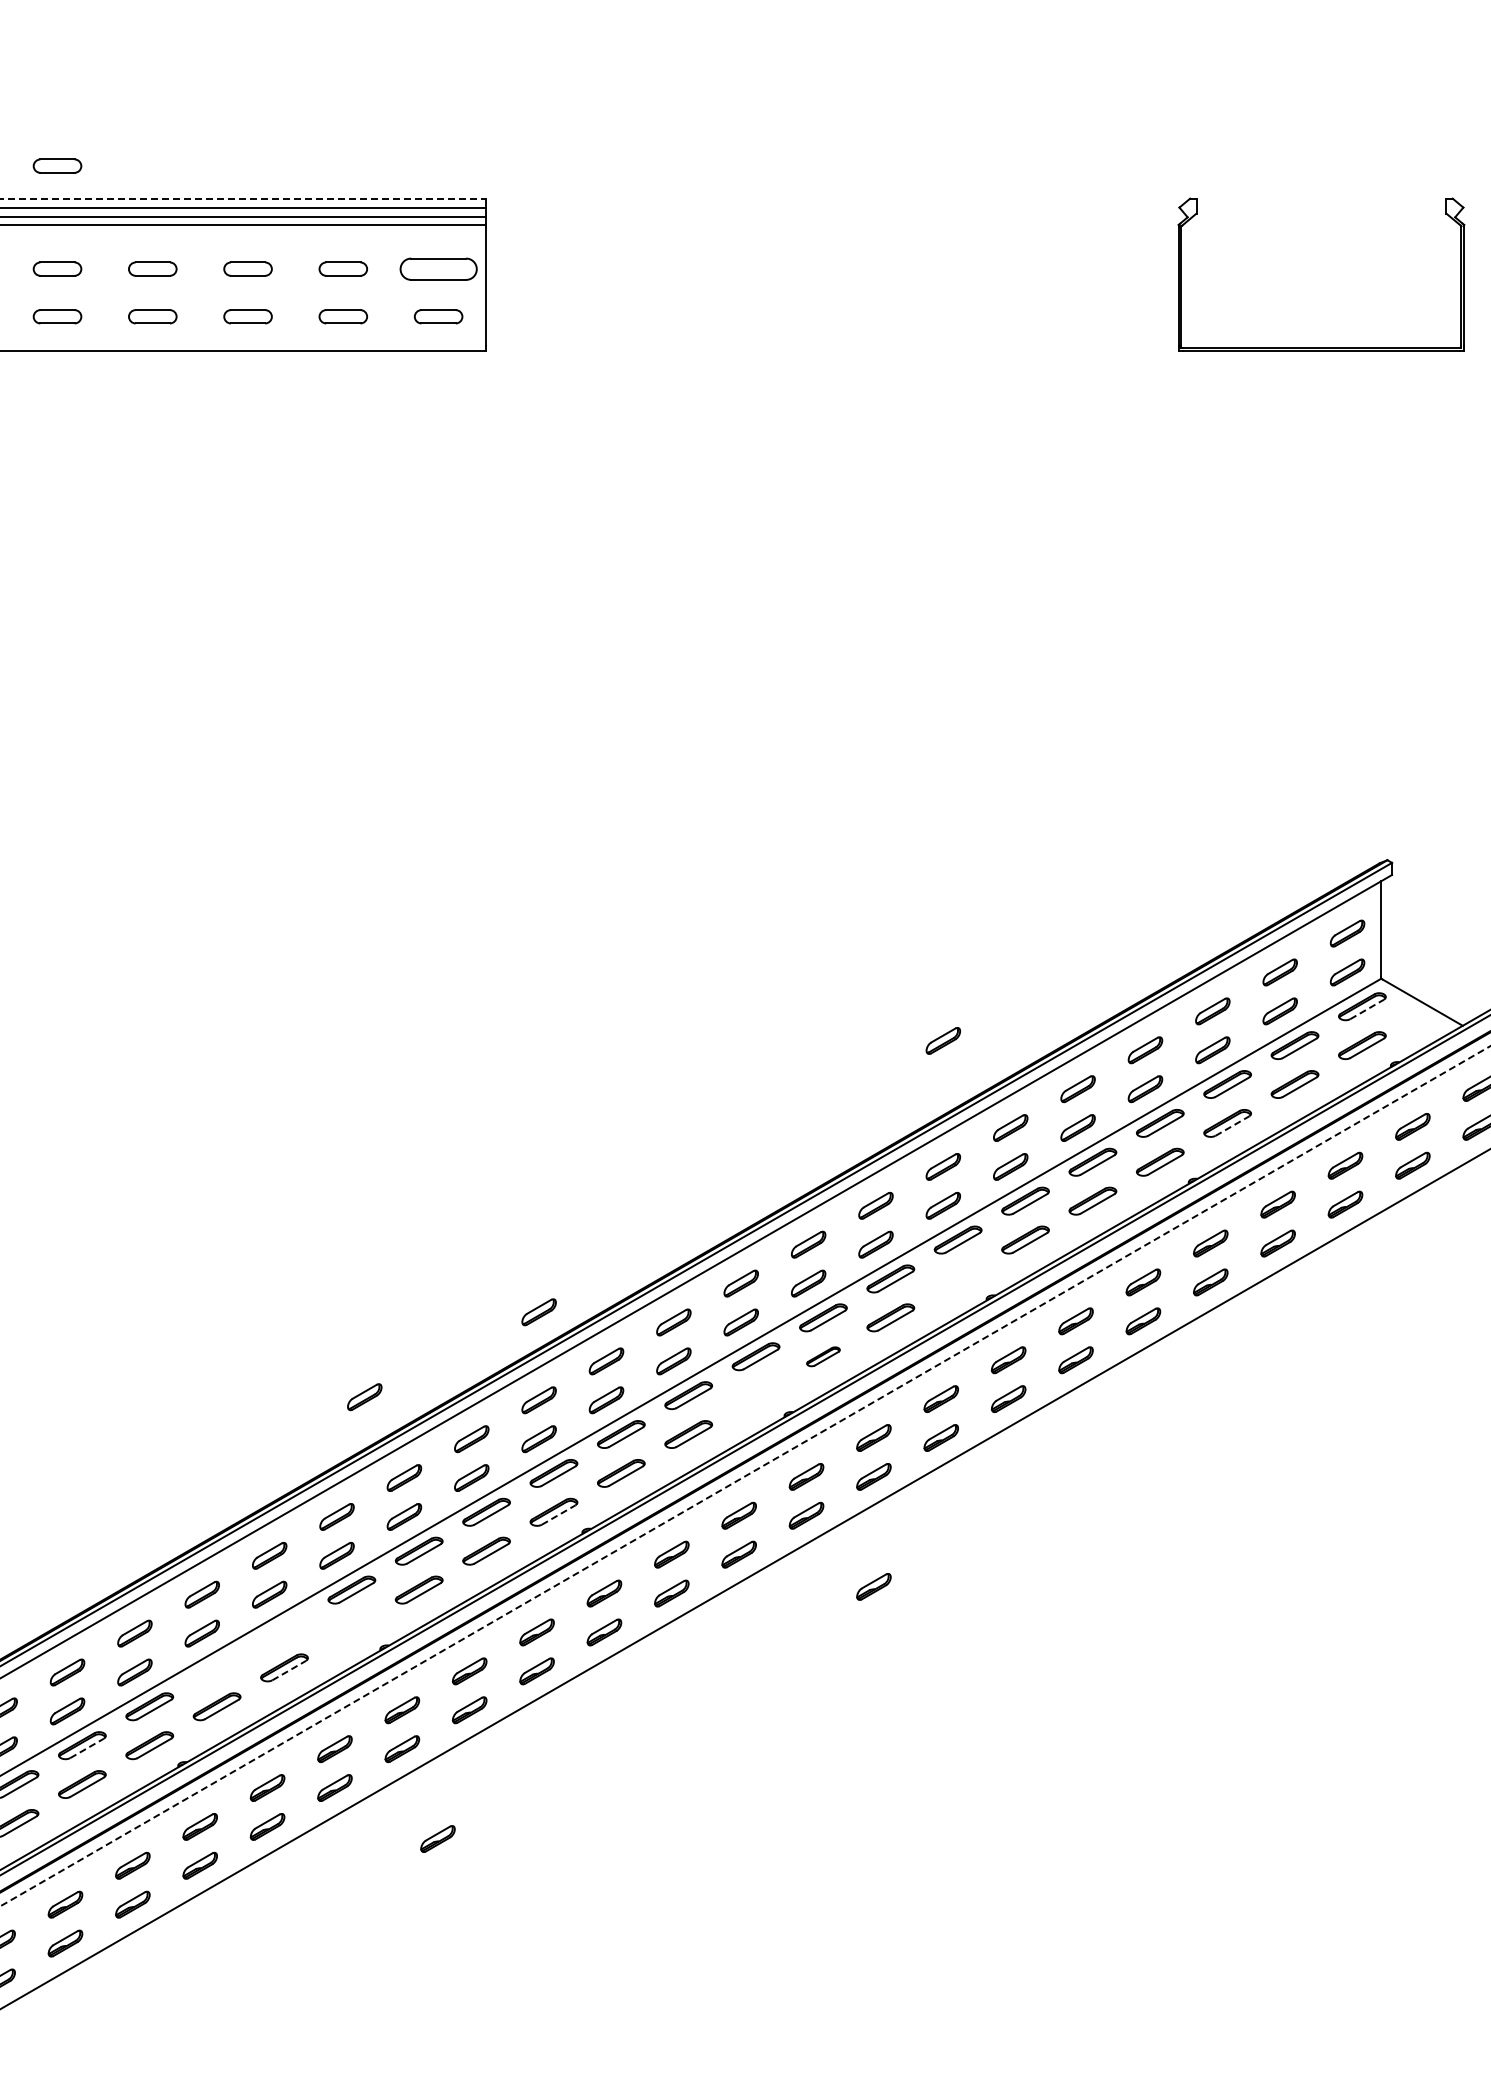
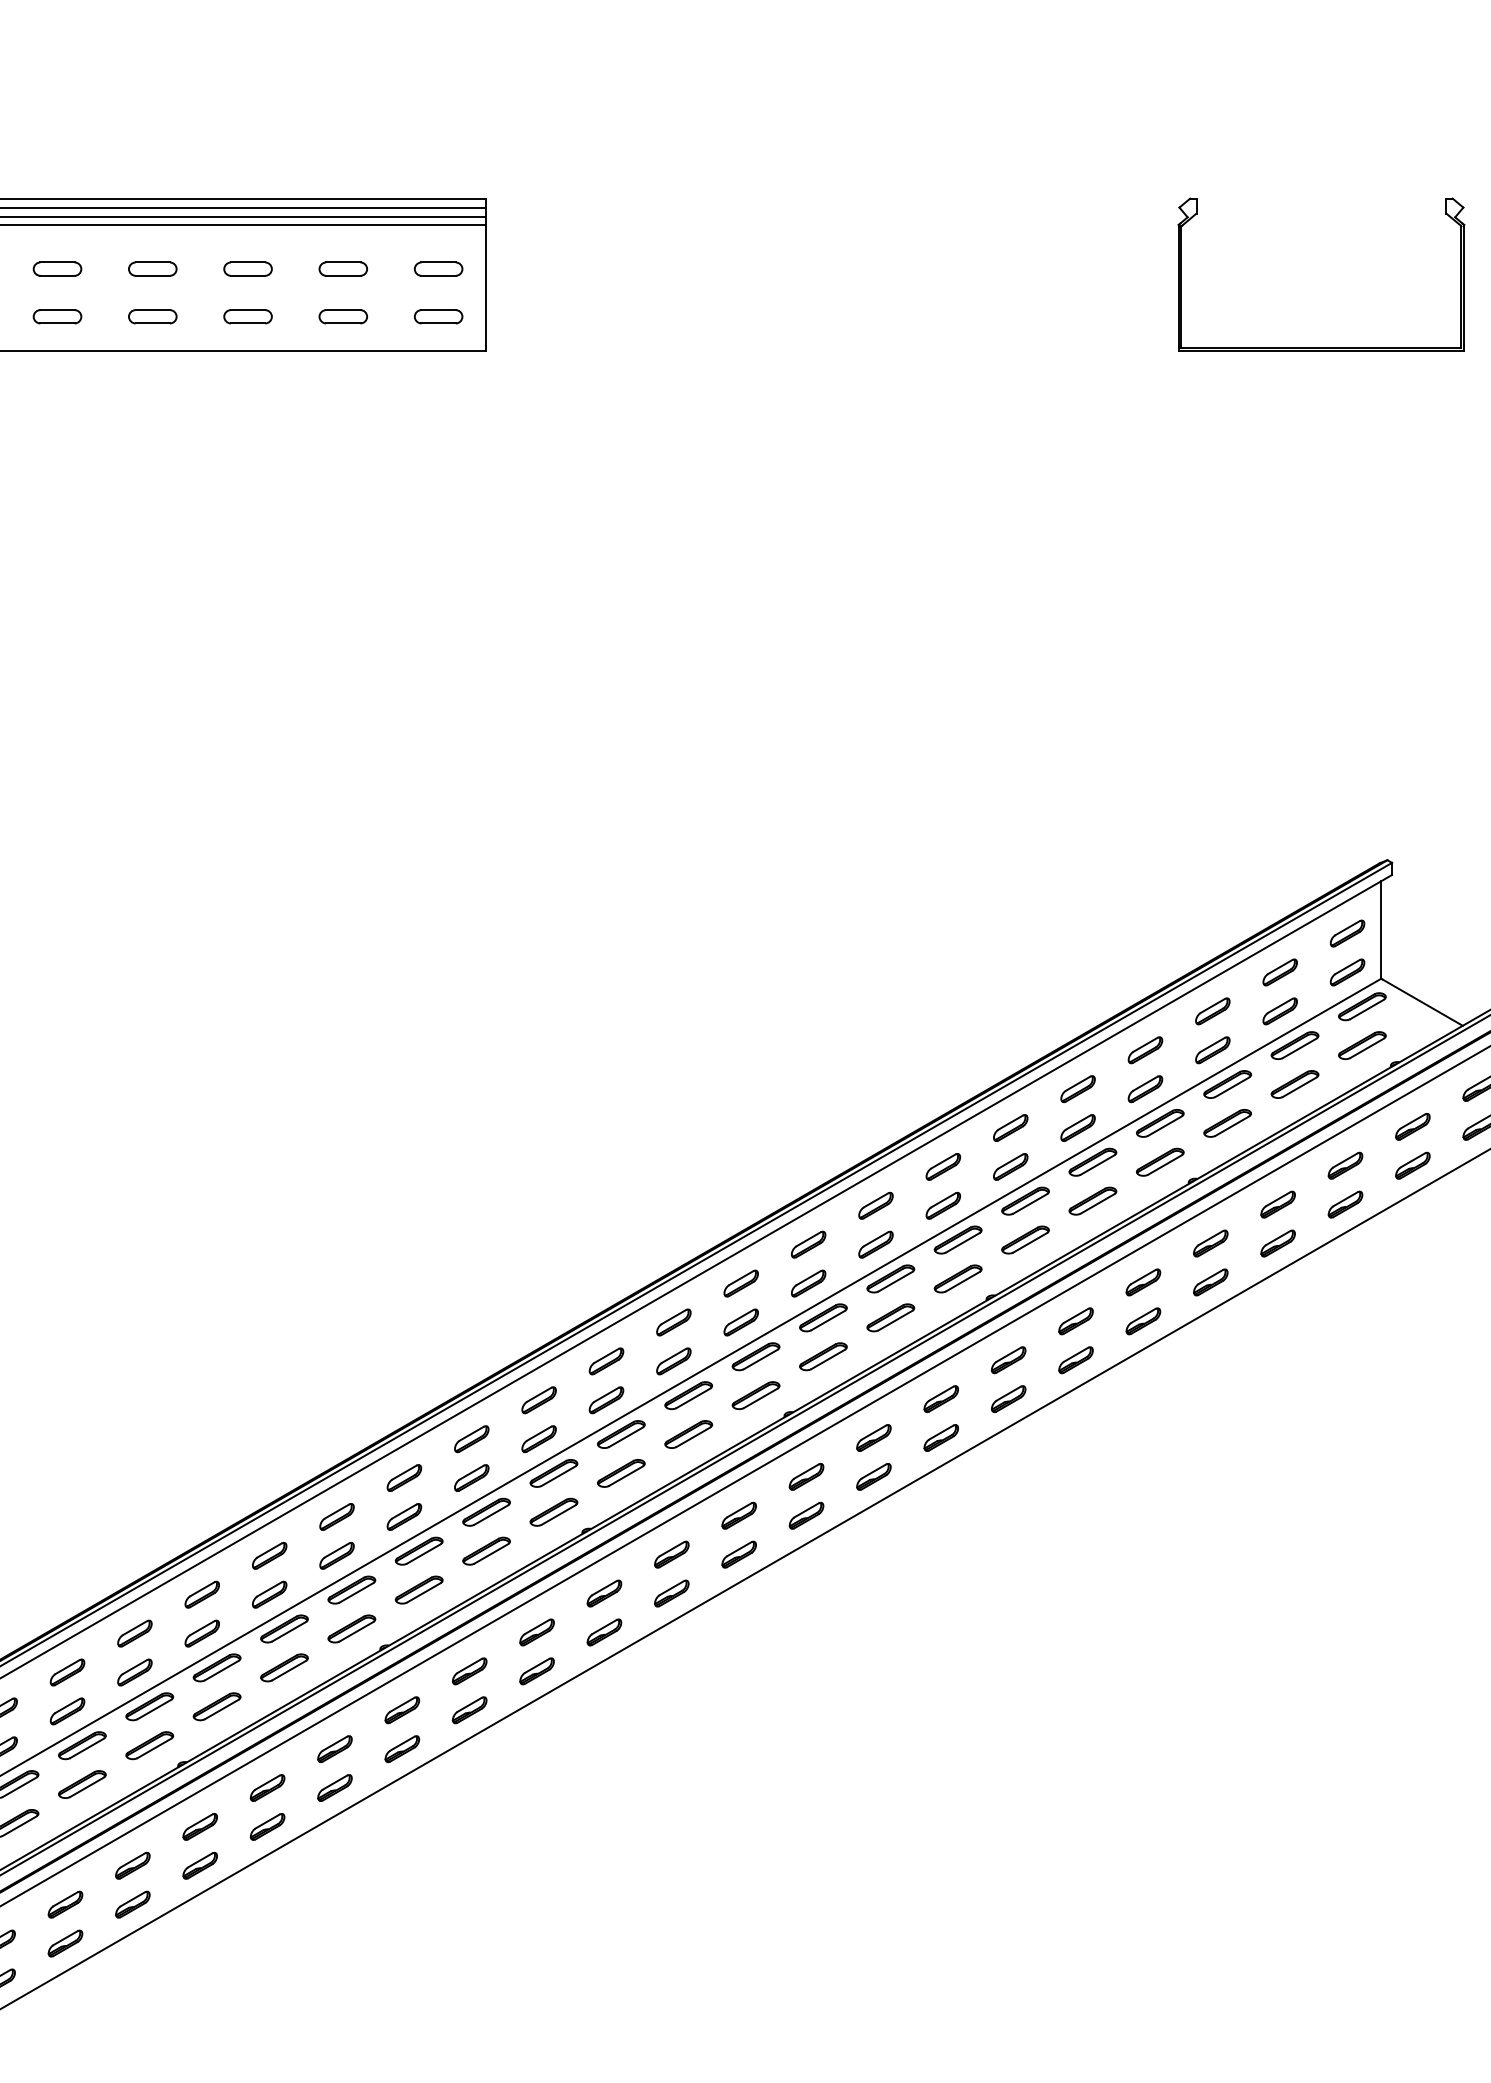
part at (57, 165): present -> none
line at (243, 198): dashed -> solid
part at (438, 268) size: 79x24 px -> 51x16 px
line at (1367, 1009): dashed -> solid
part at (942, 1040): present -> none
line at (1232, 1125): dashed -> solid
part at (957, 1278): none -> present
part at (538, 1312): present -> none
part at (823, 1356) size: 35x22 px -> 49x30 px
part at (755, 1395): none -> present
part at (364, 1397): present -> none
line at (745, 1476): dashed -> solid
line at (559, 1514): dashed -> solid
part at (873, 1586): present -> none
part at (284, 1628): none -> present
part at (351, 1628): none -> present
part at (216, 1667): none -> present
line at (289, 1670): dashed -> solid
line at (87, 1748): dashed -> solid
part at (437, 1838): present -> none
